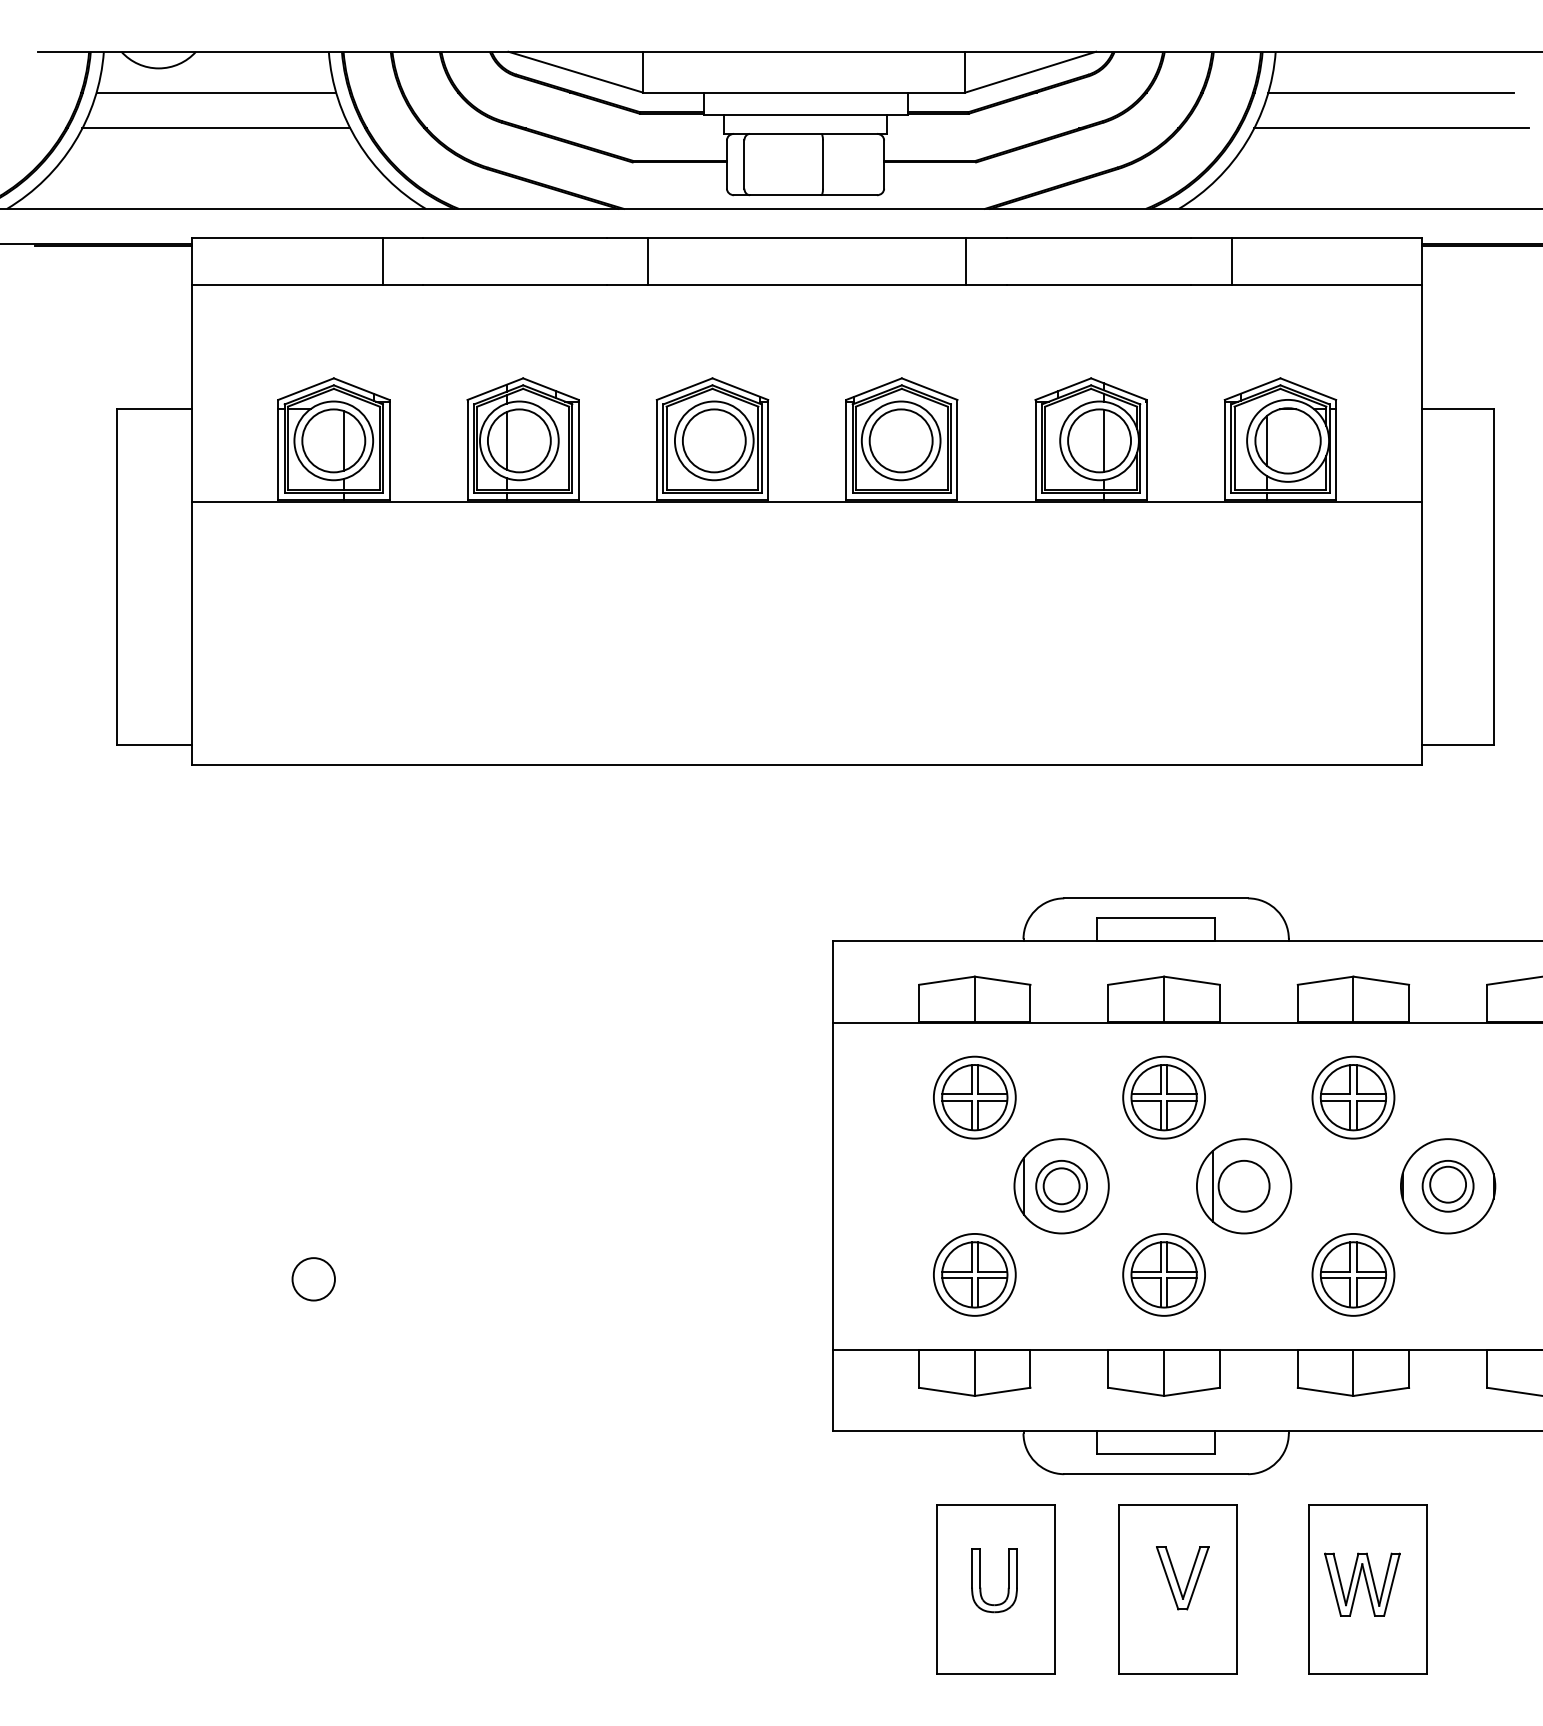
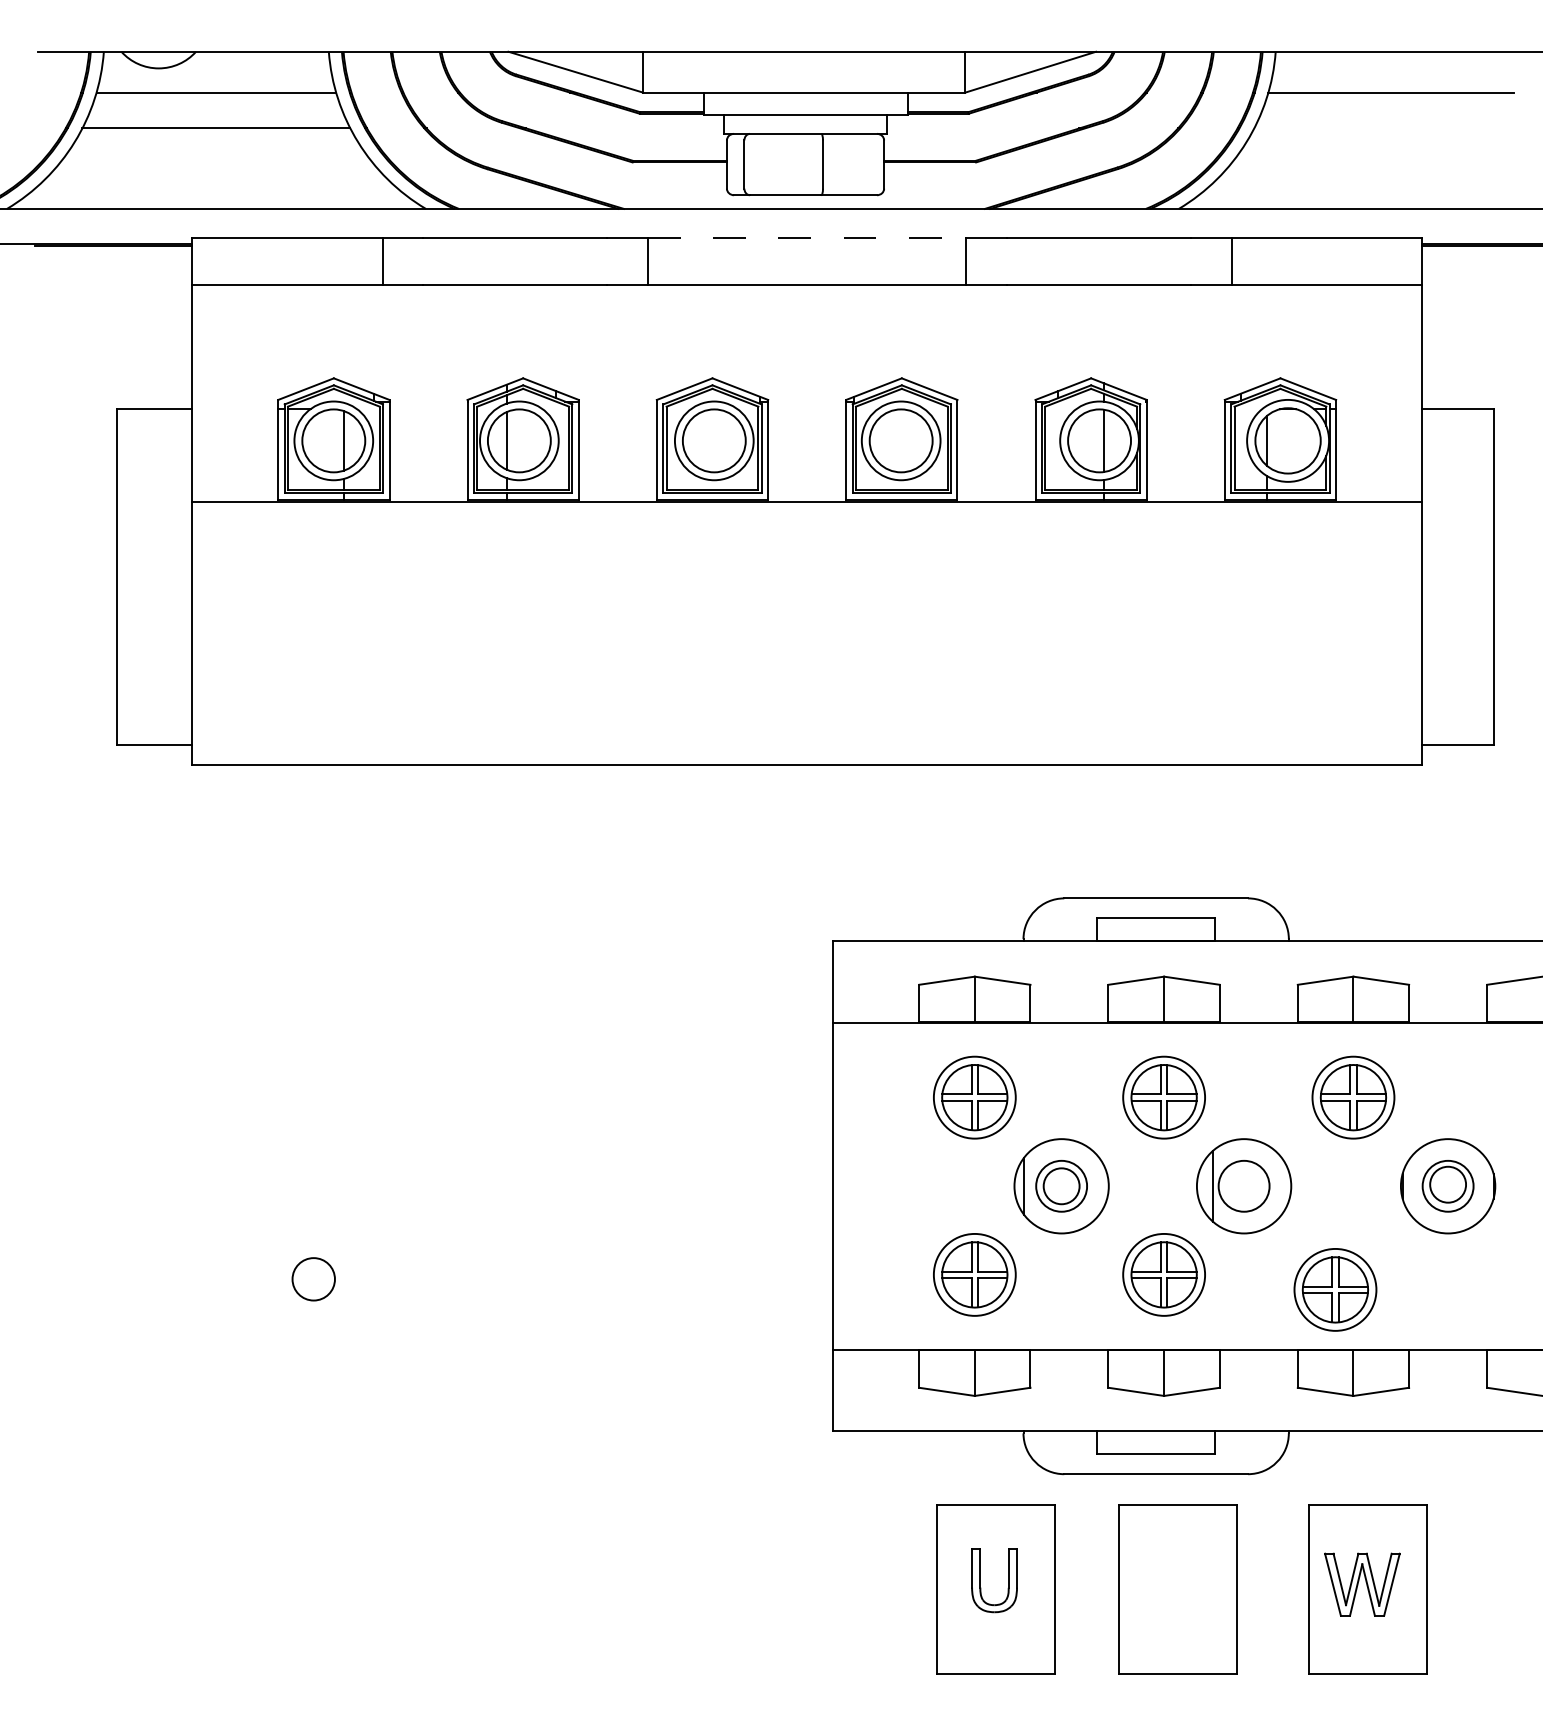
line at (1391, 128): present -> none
line at (807, 237): solid -> dashed
part at (1353, 1274) position: (1353, 1274) -> (1335, 1289)
part at (1182, 1578): present -> none
